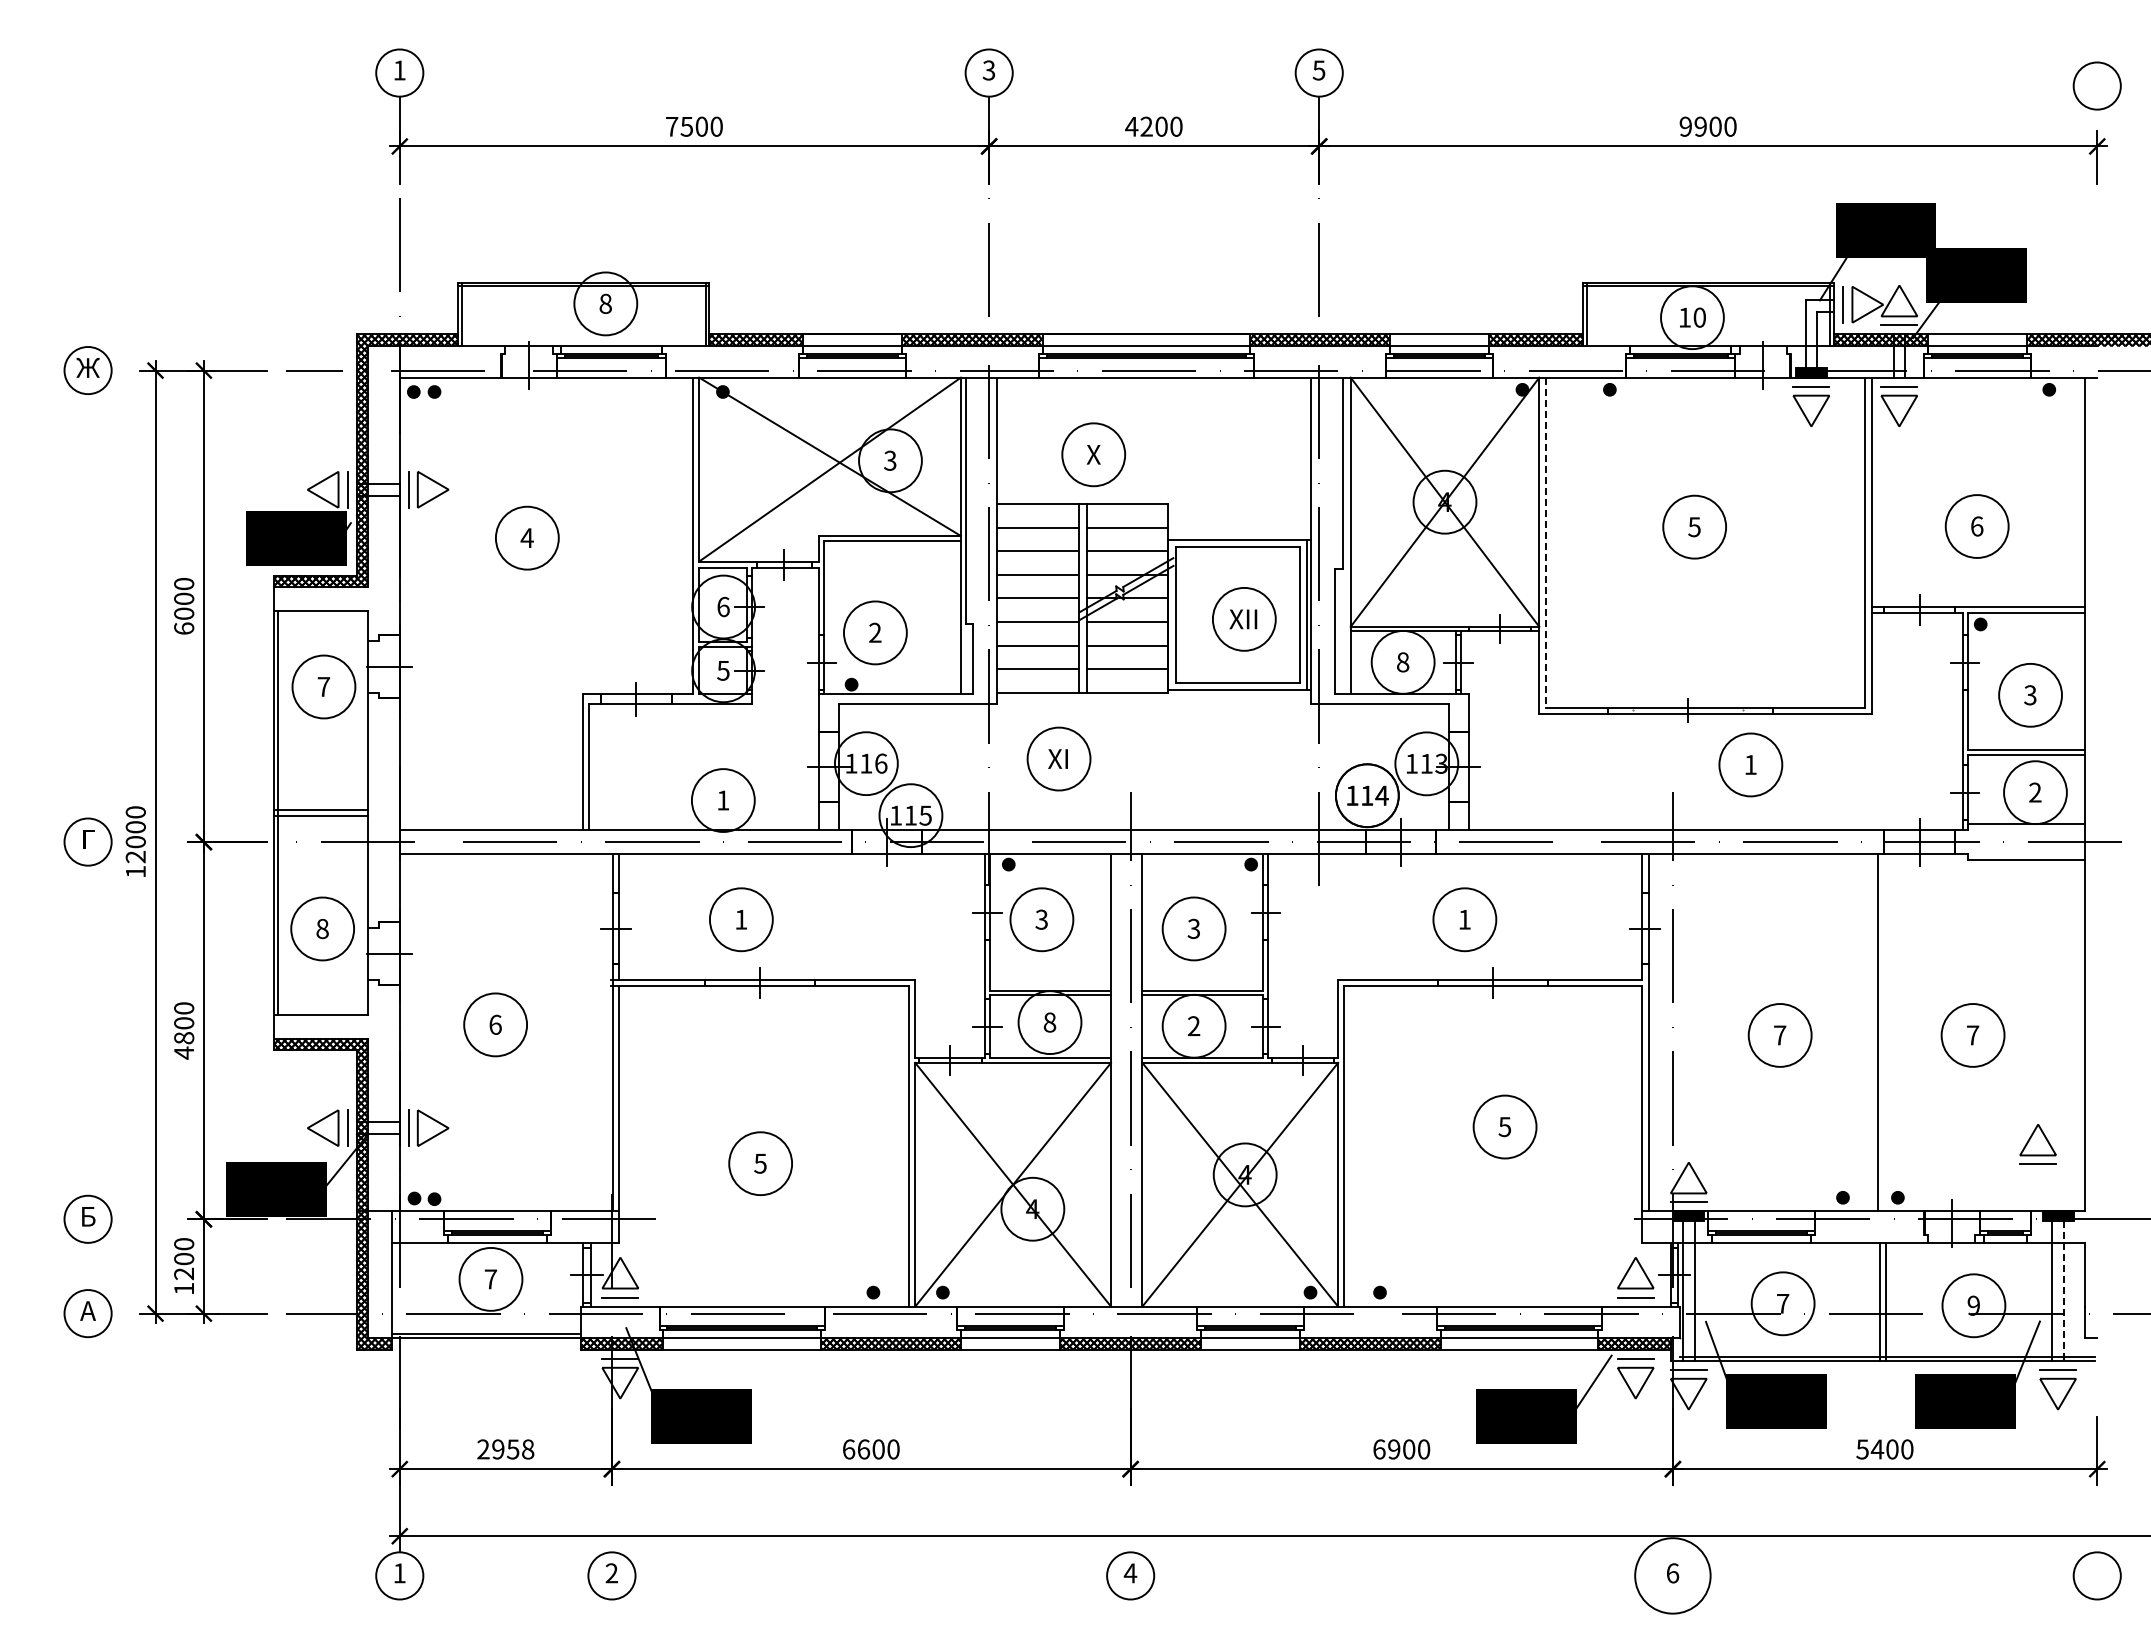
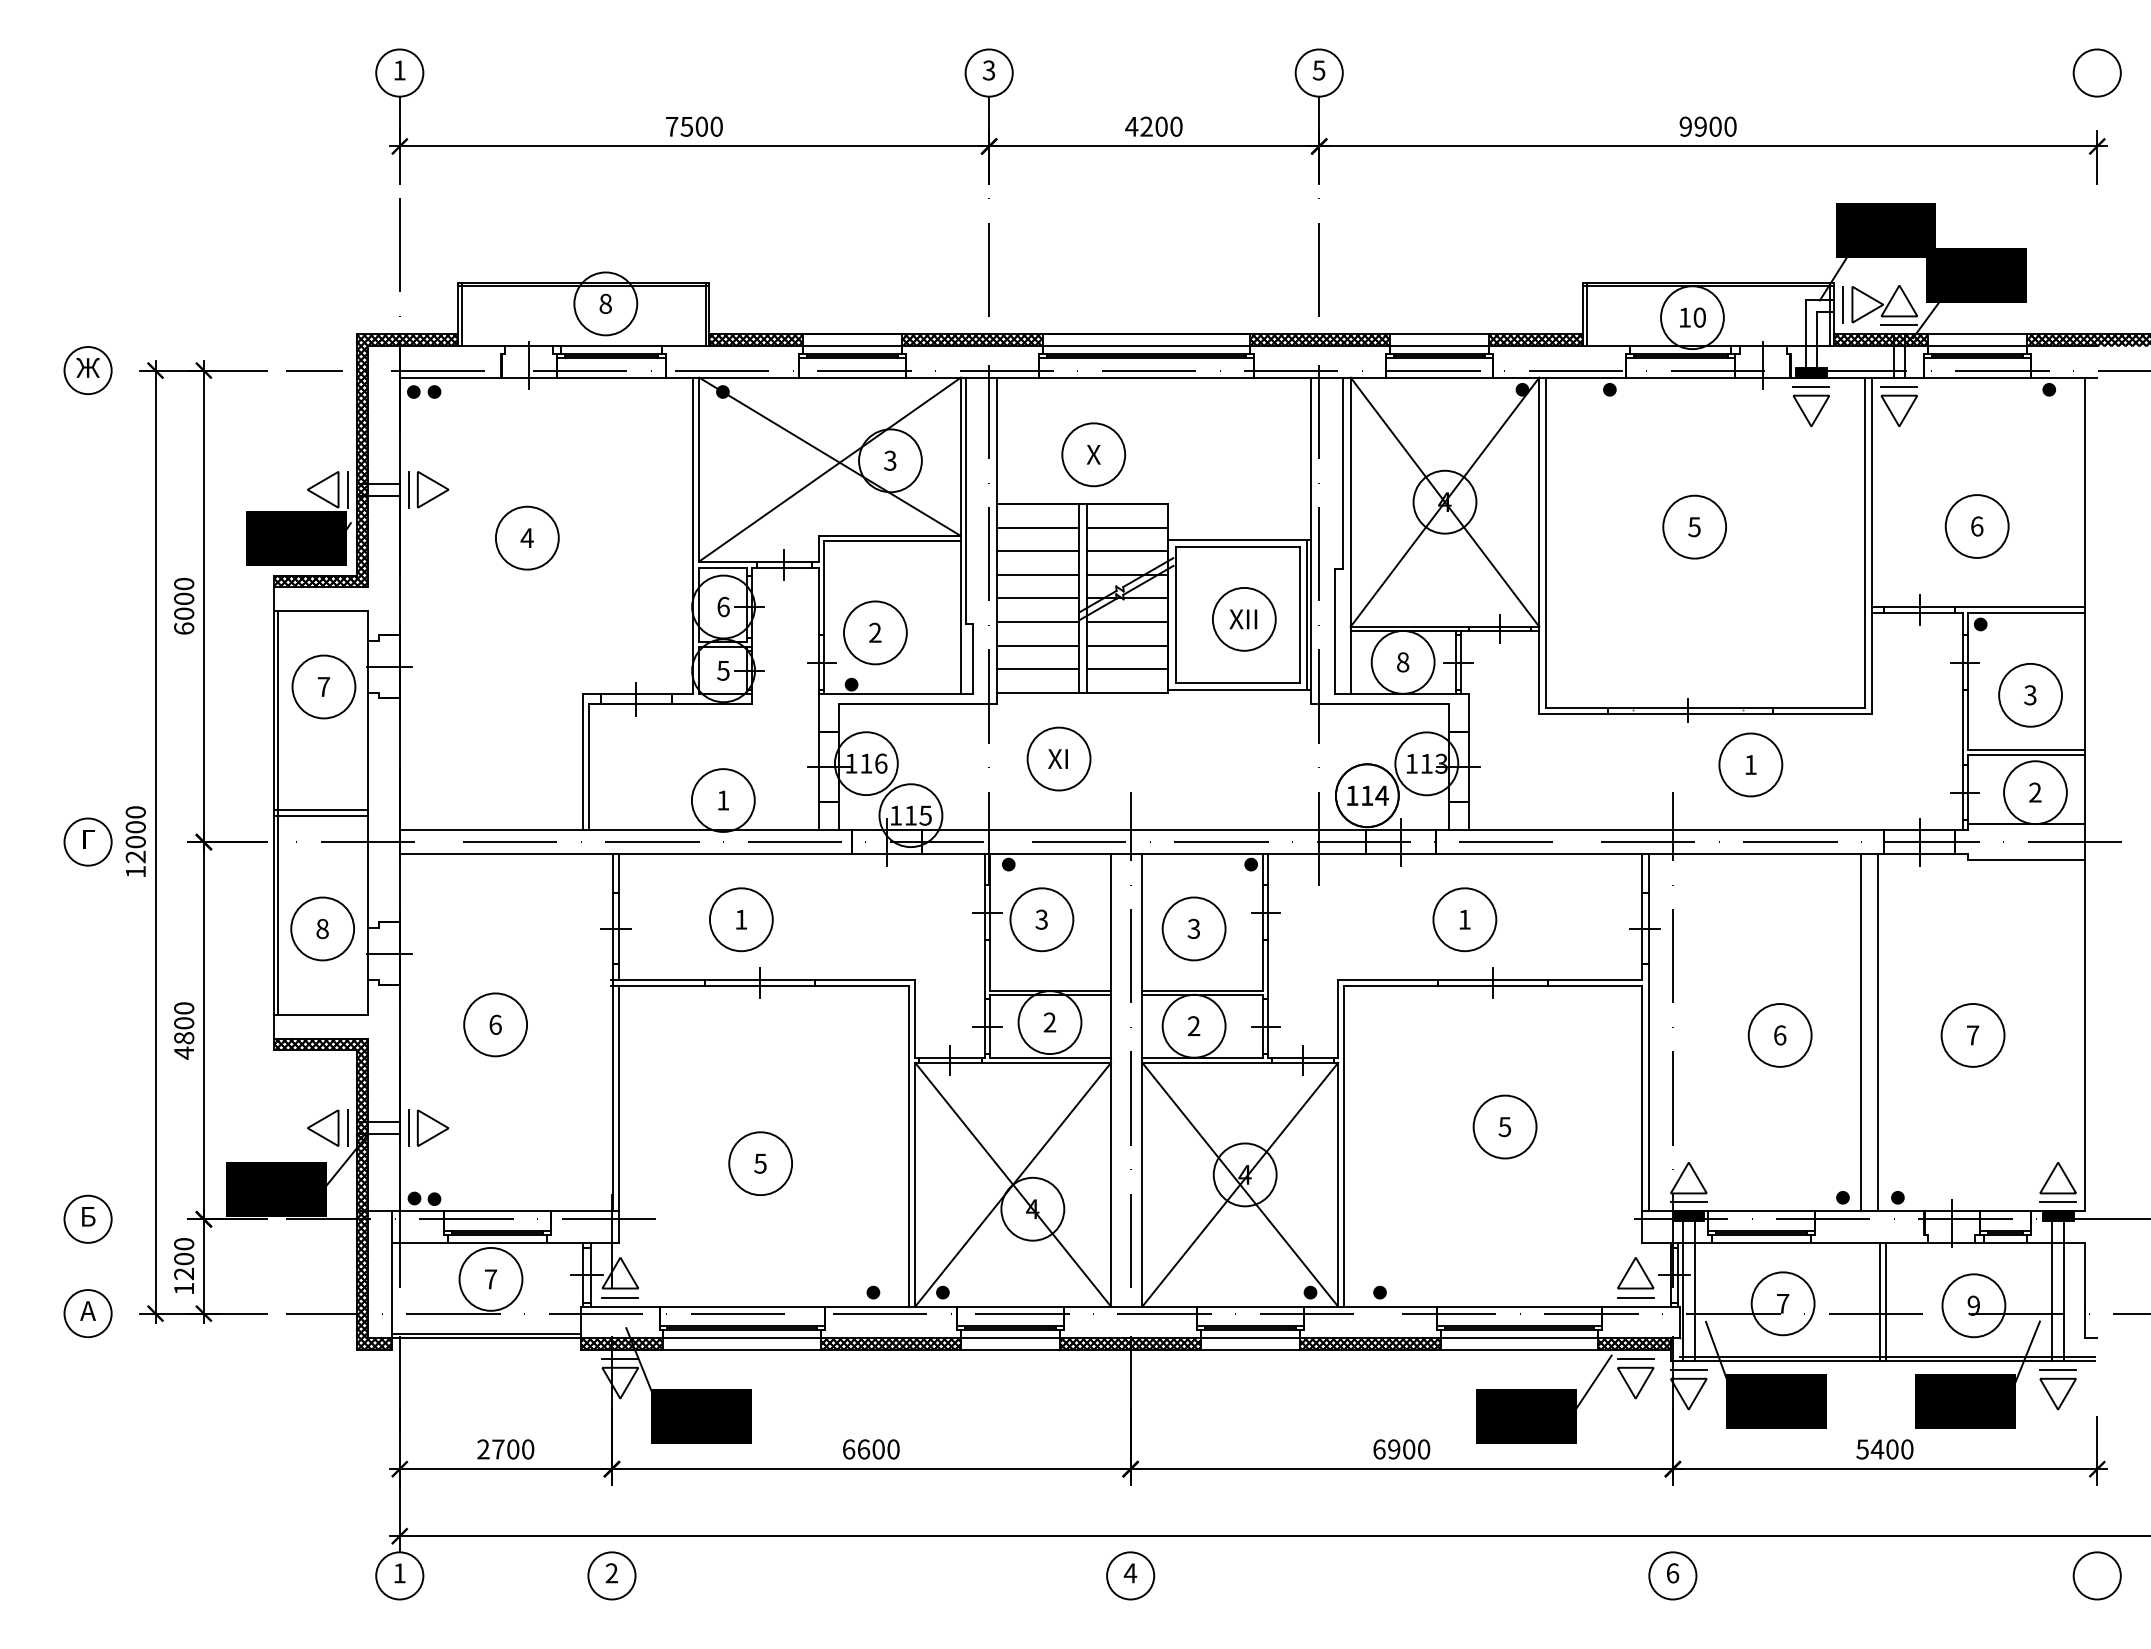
circle at (2096, 85) position: (2096, 85) -> (2096, 72)
line at (1545, 543): dashed -> solid
text at (1049, 1022): 8 -> 2
line at (1860, 1032): none -> present
text at (1780, 1035): 7 -> 6
part at (2037, 1144) position: (2037, 1144) -> (2057, 1182)
line at (2064, 1290): dashed -> solid
text at (513, 1449): 2958 -> 2700
circle at (1672, 1575) diameter: 75 px -> 47 px
